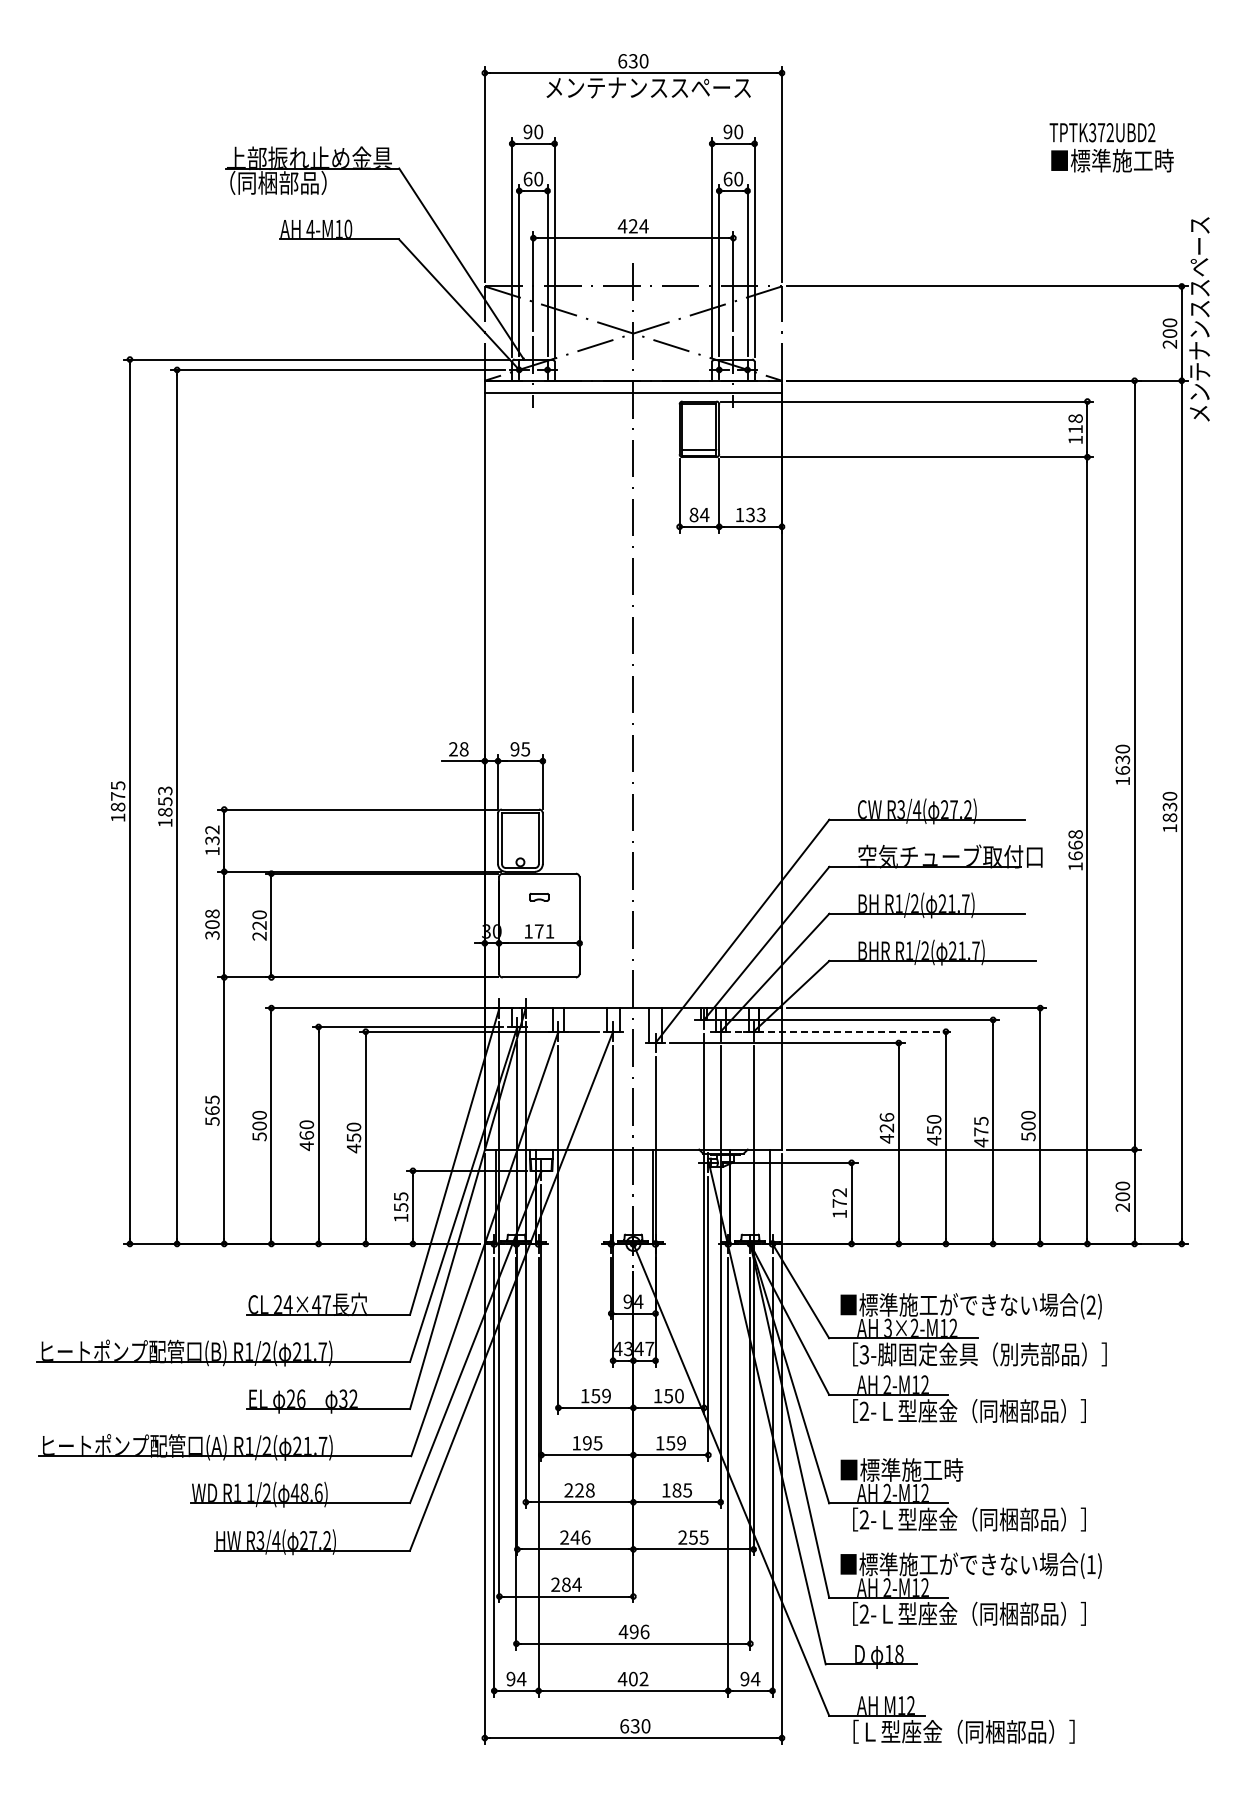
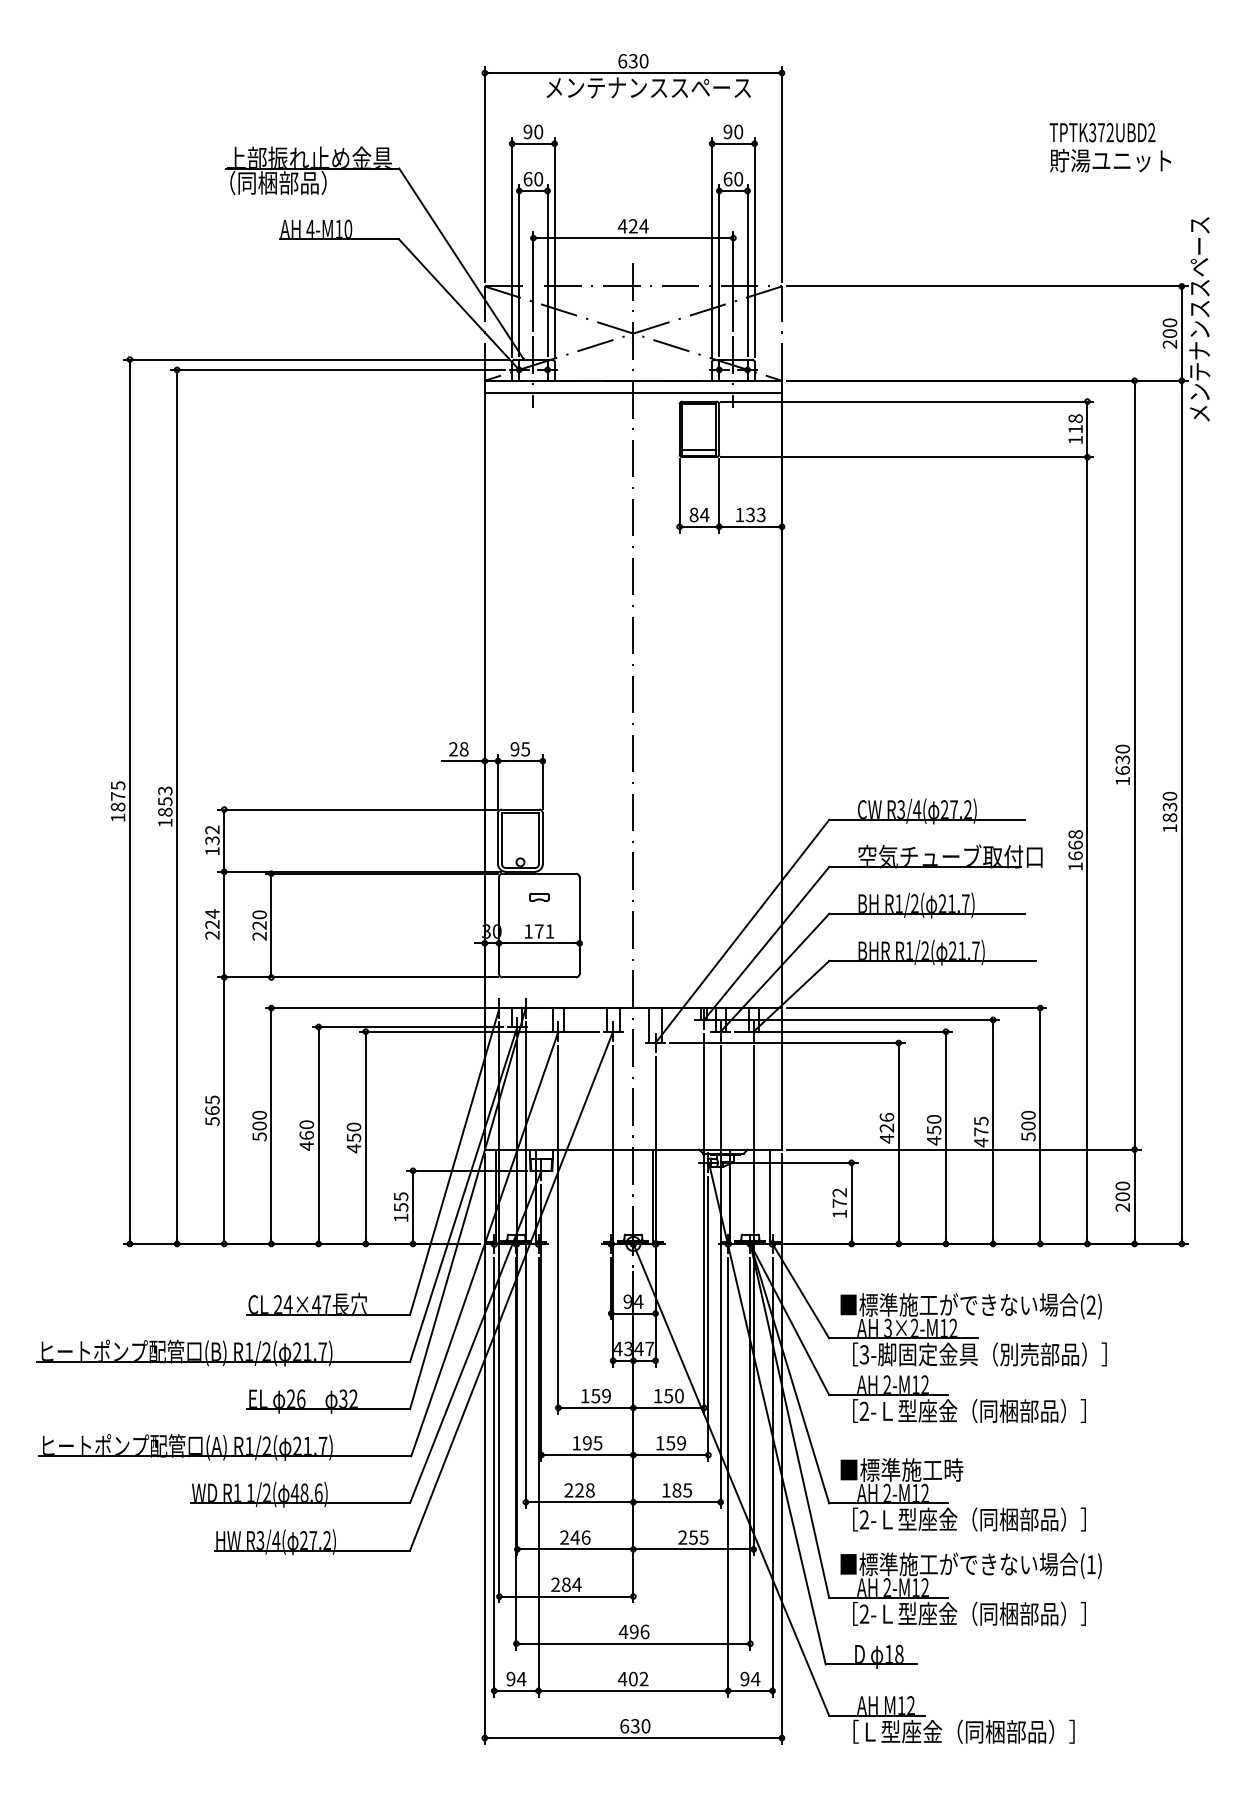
text at (1111, 160): ■標準施工時 -> 貯湯ユニット
text at (212, 924): 308 -> 224
line at (843, 1031): dashed -> solid
